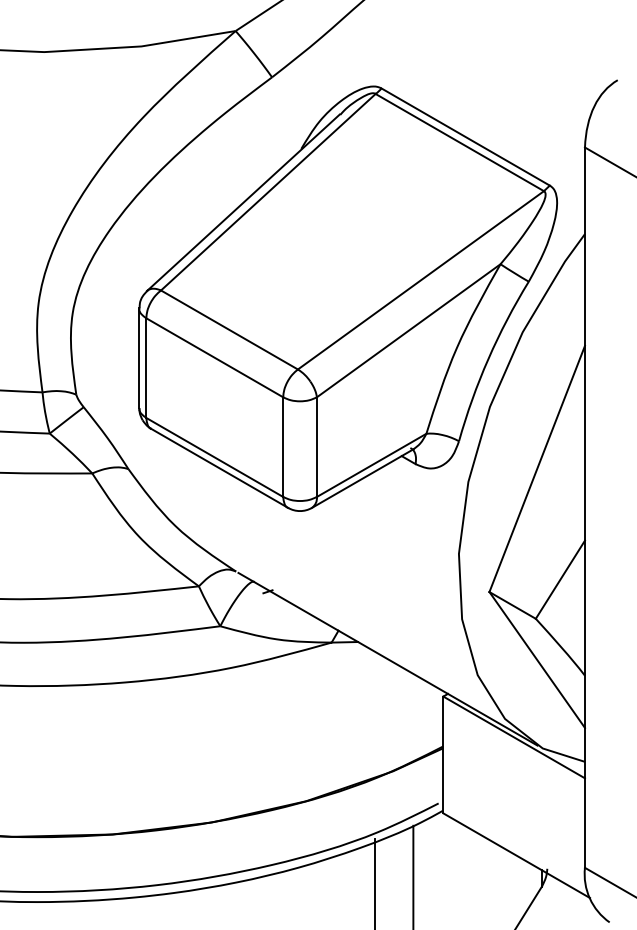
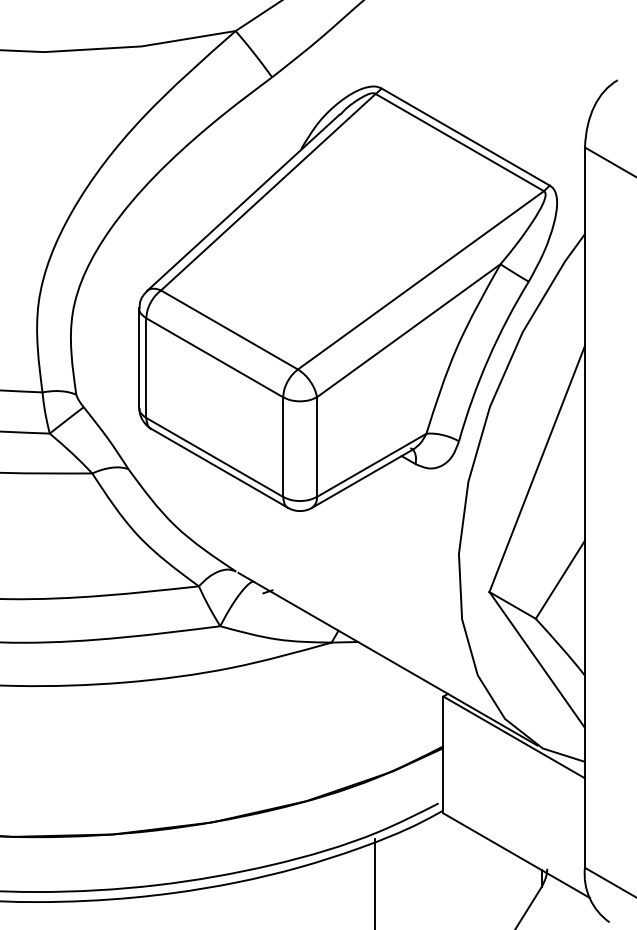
line at (413, 875): present -> none
